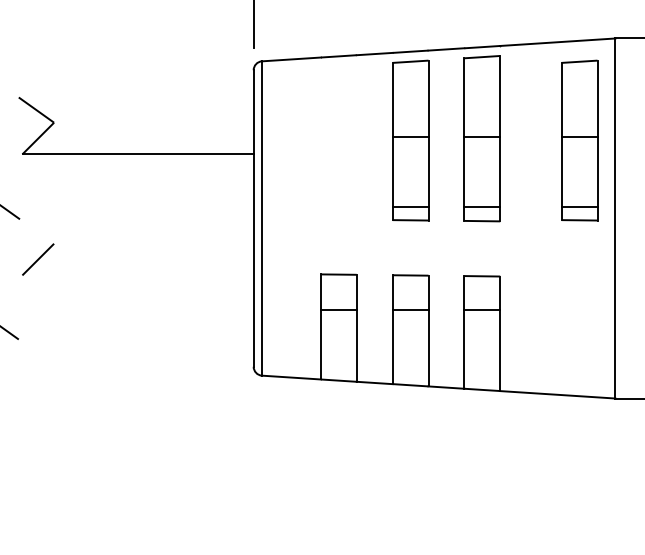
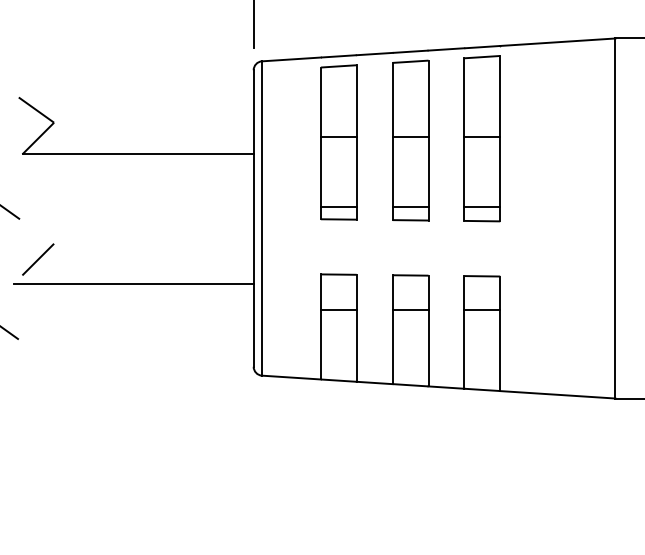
part at (579, 140): present -> none
part at (338, 142): none -> present
line at (133, 283): none -> present
